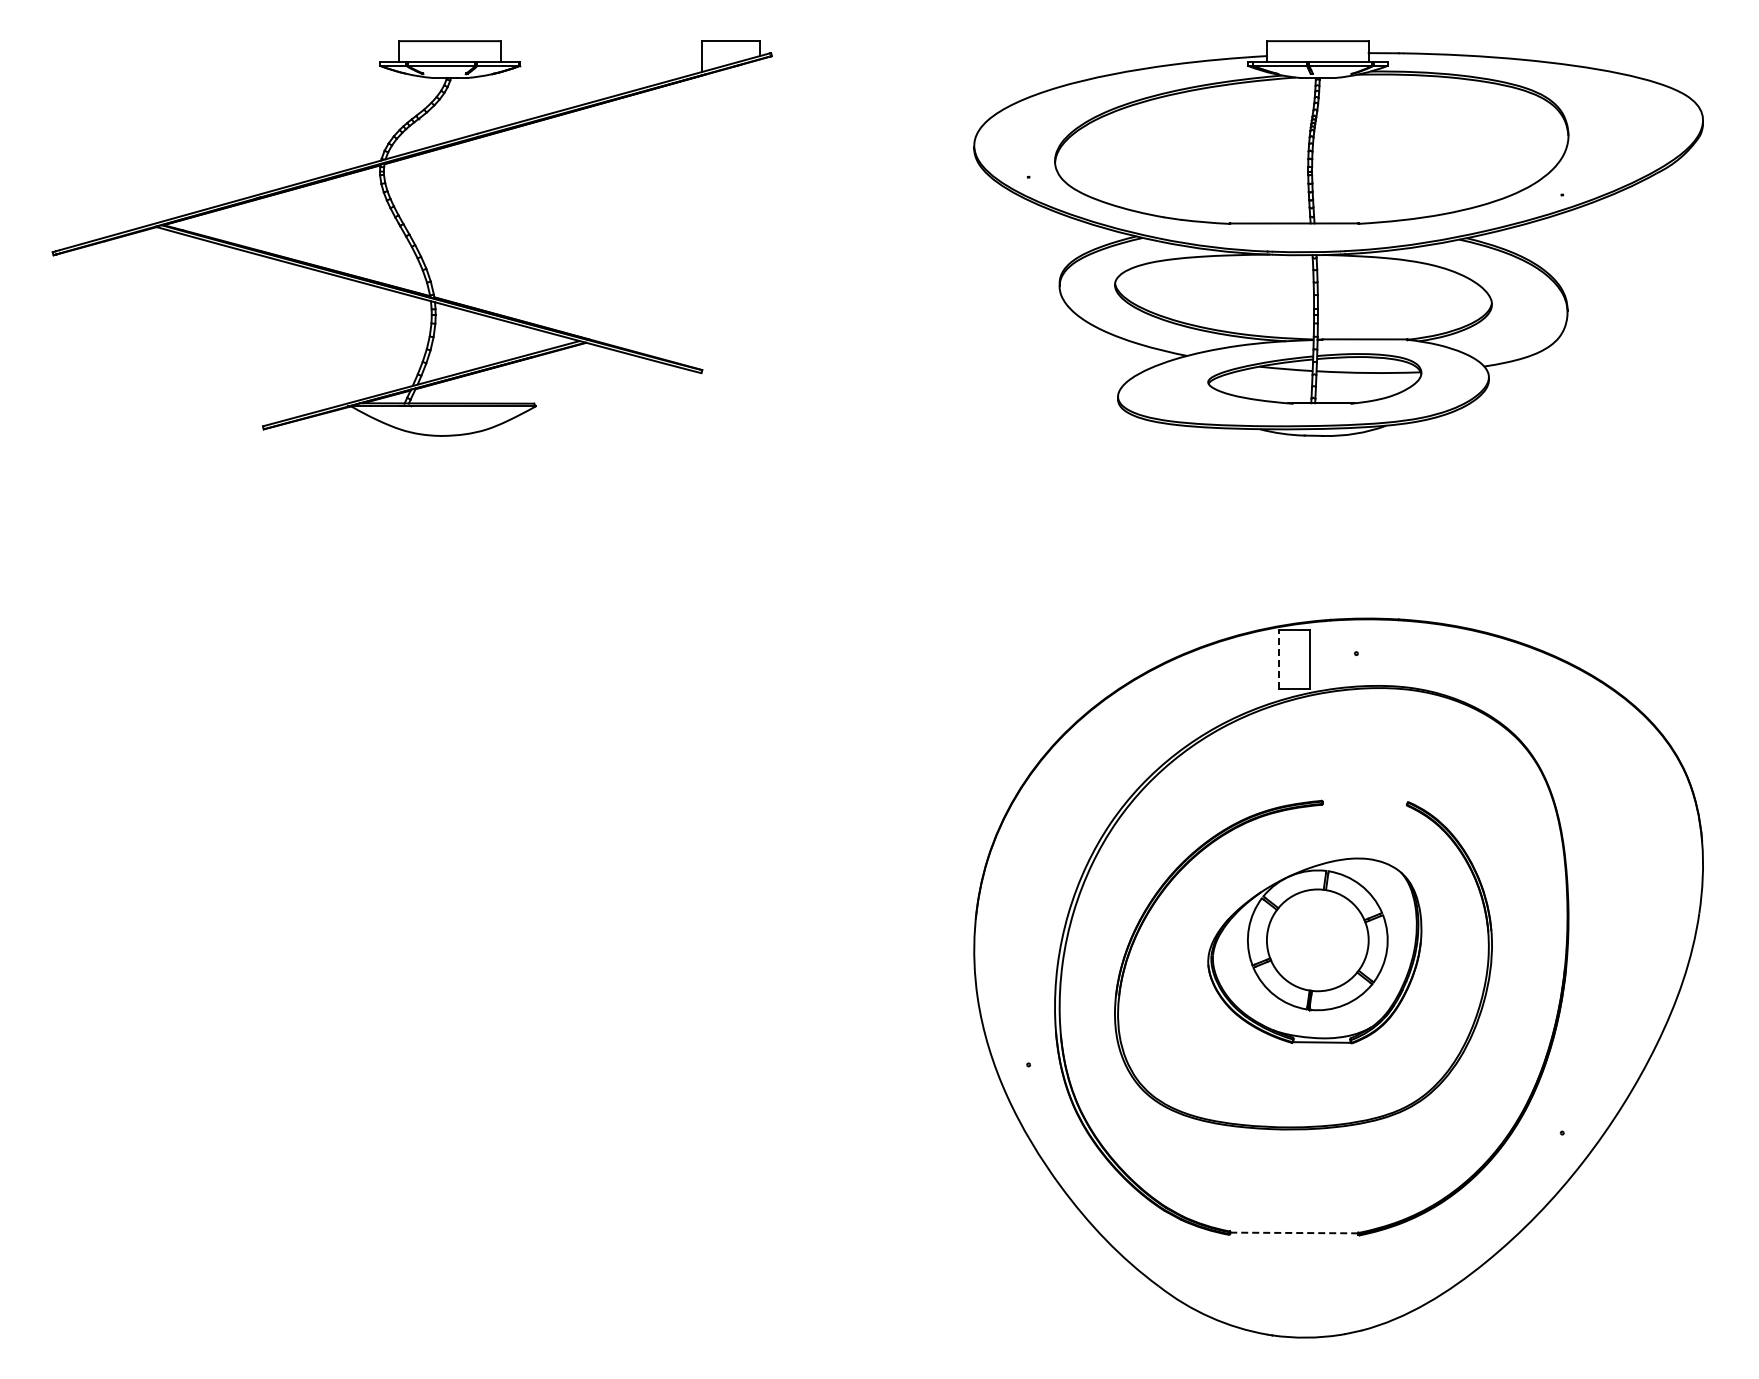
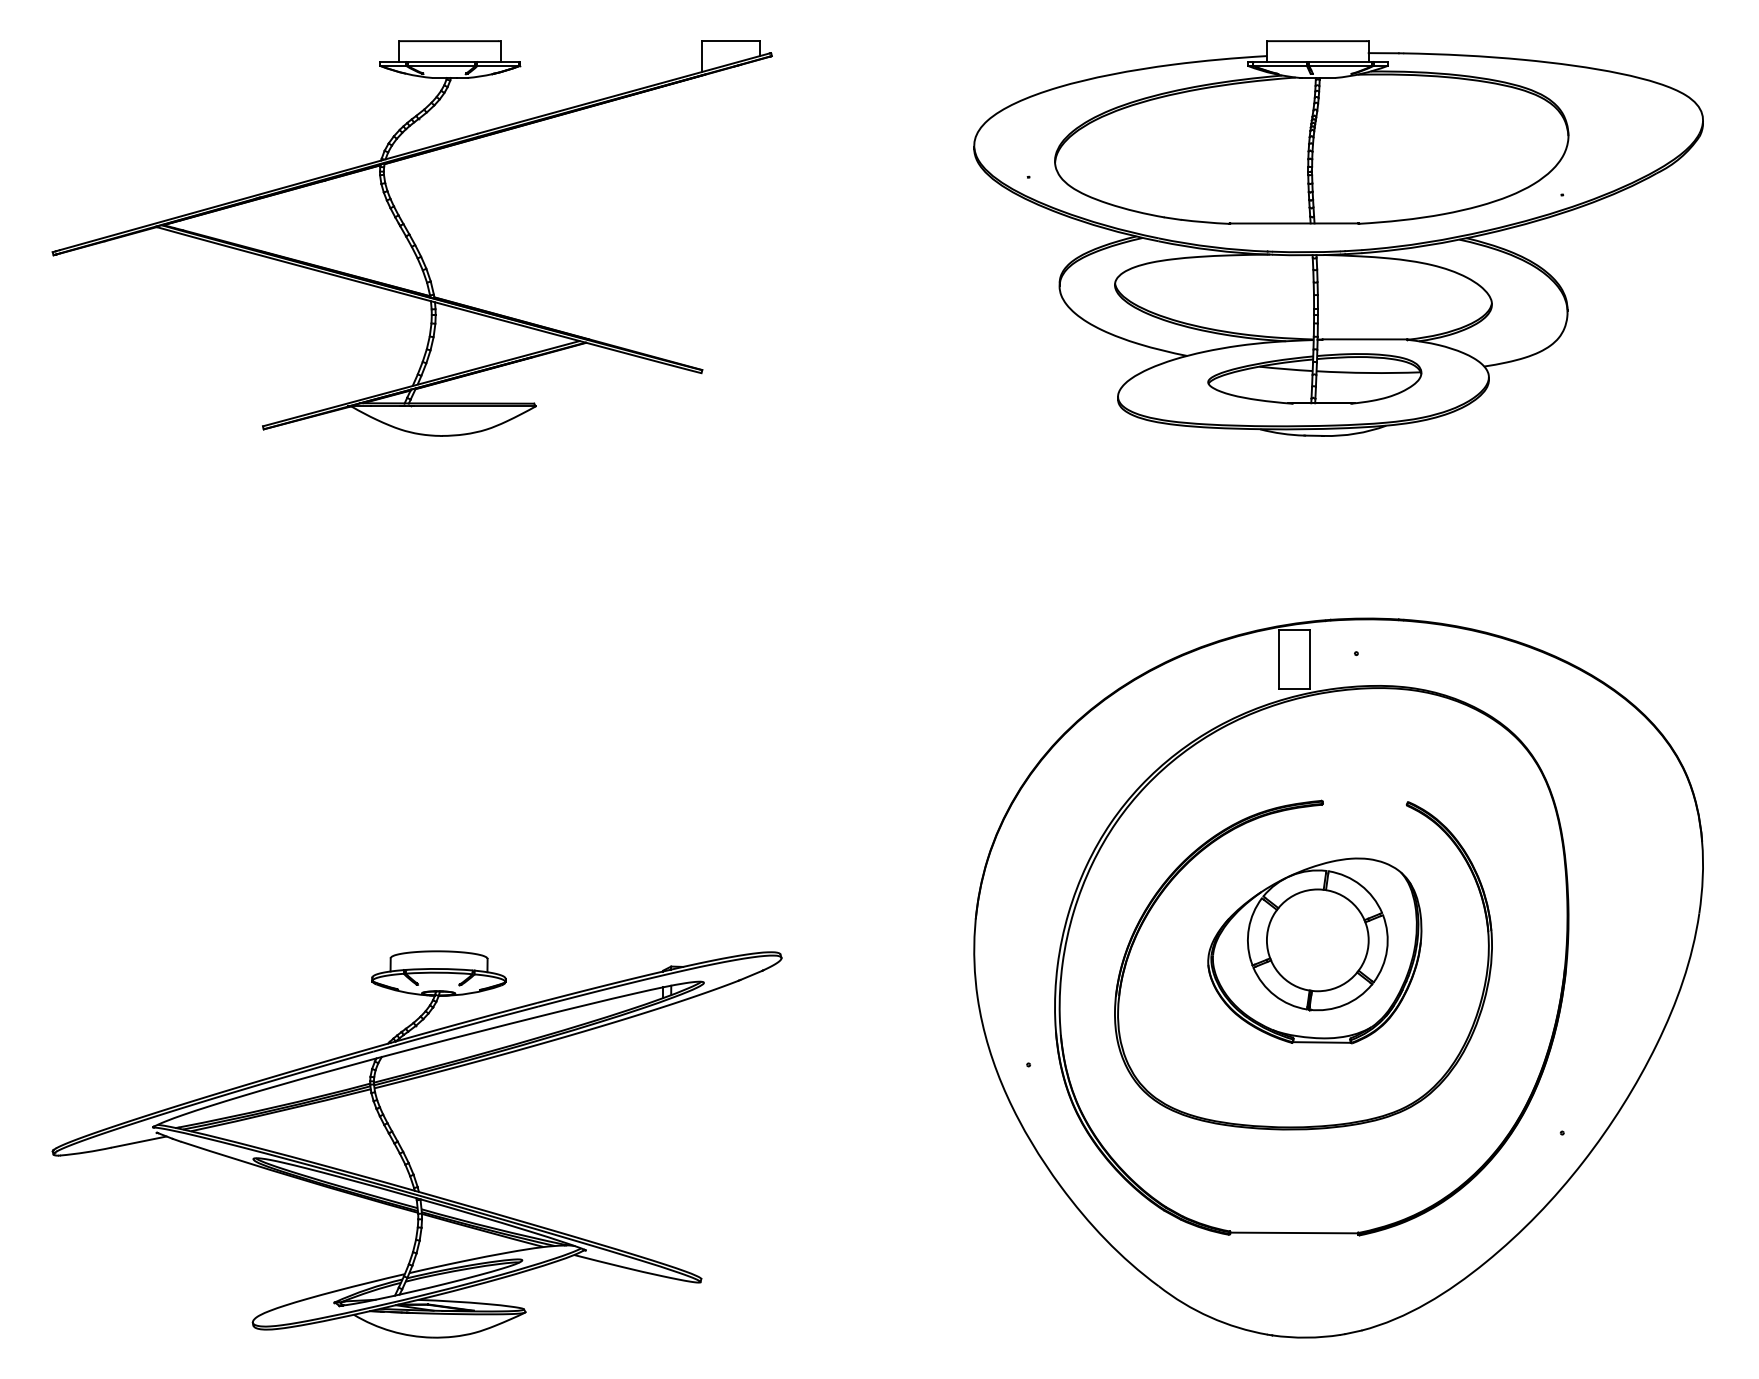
line at (1278, 659): dashed -> solid
part at (404, 1151): none -> present
line at (1293, 1232): dashed -> solid
